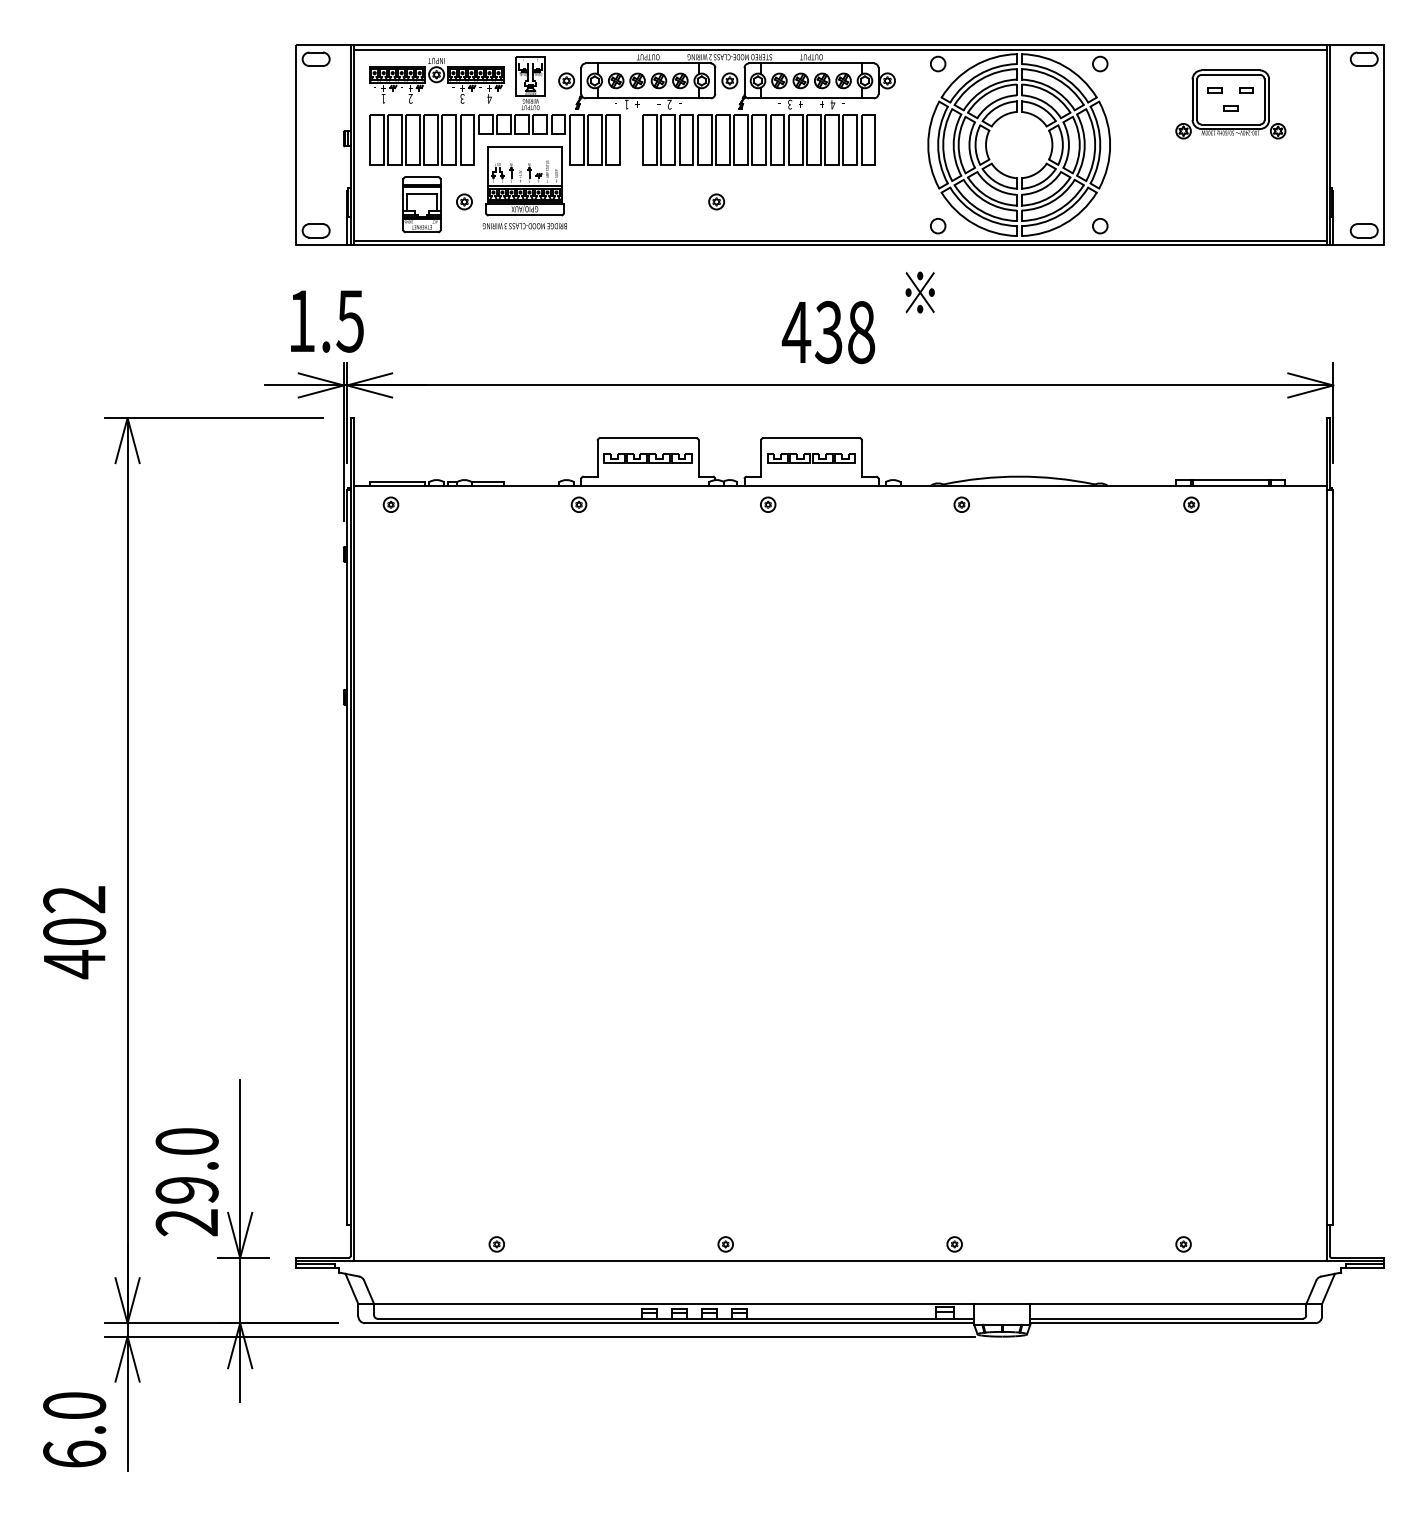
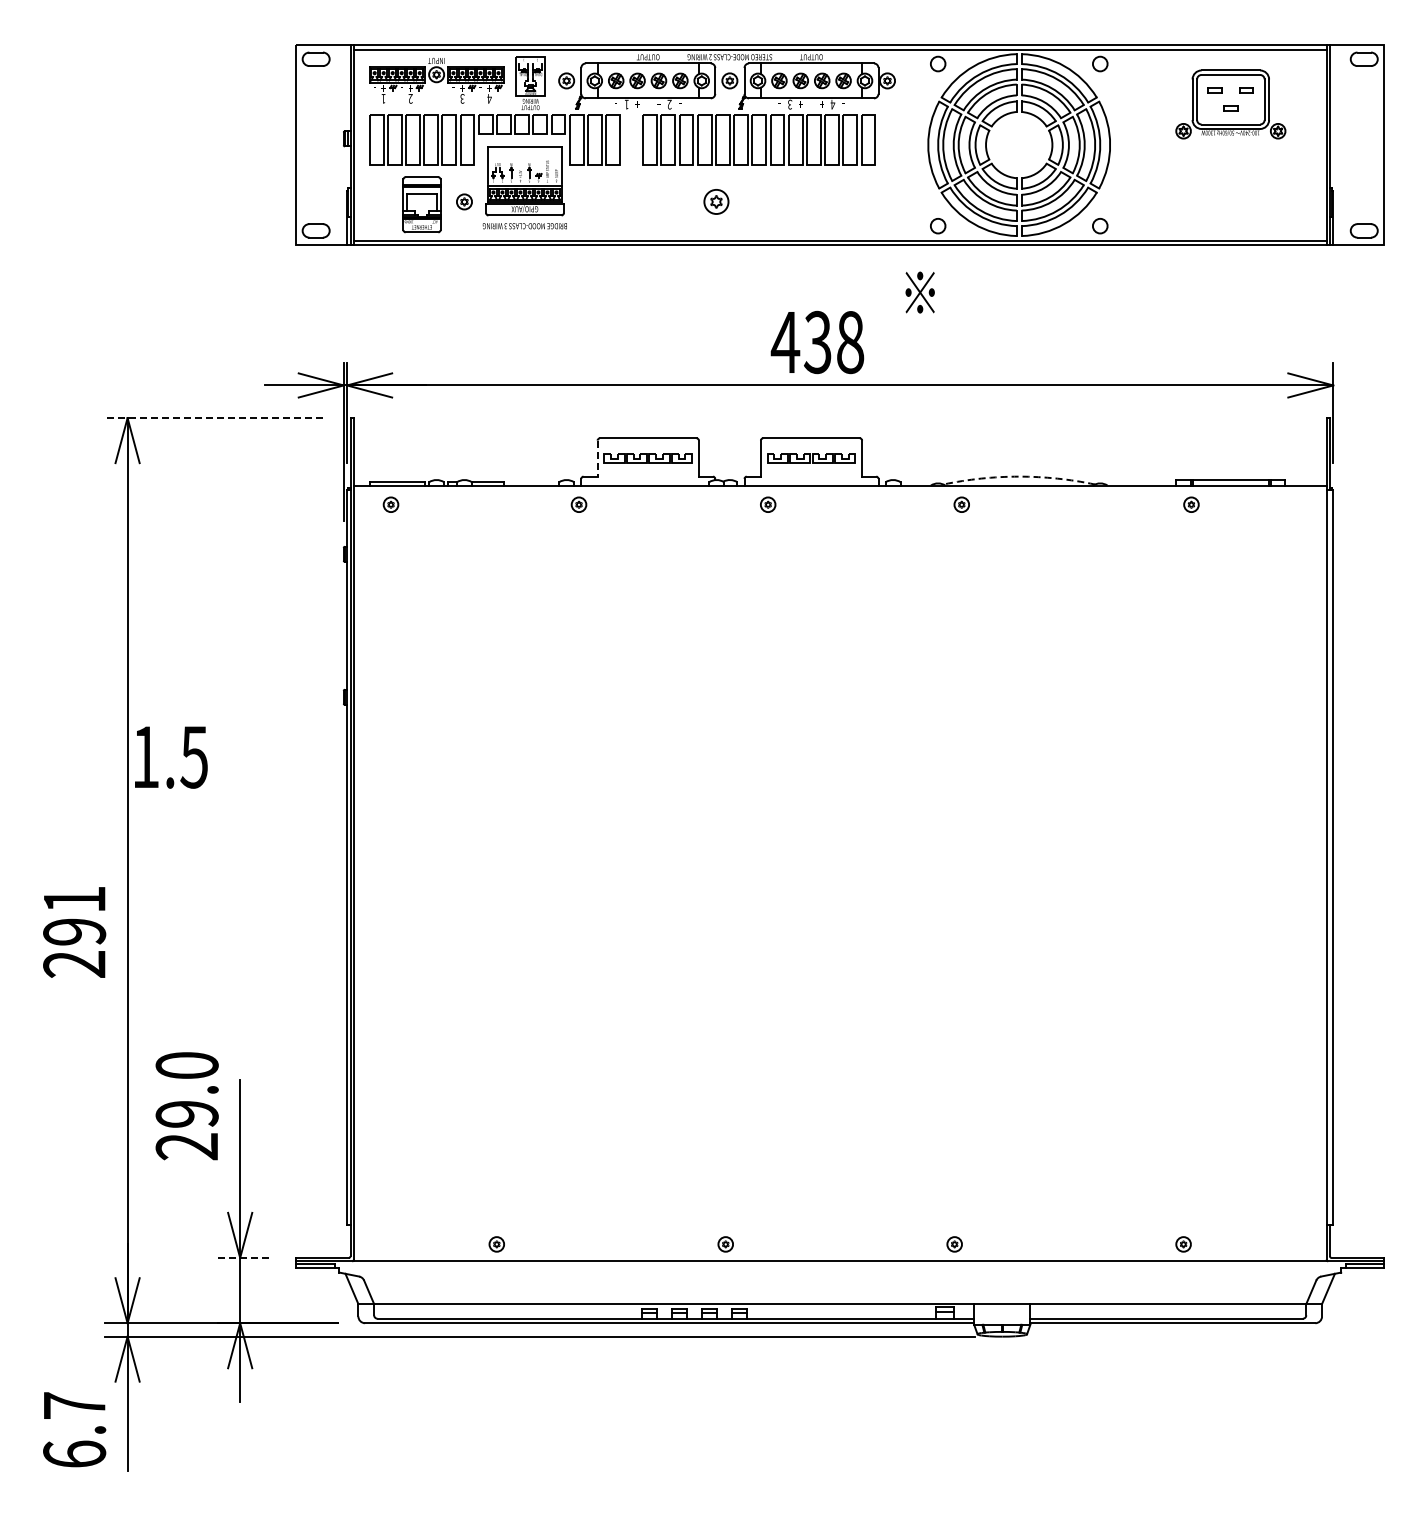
part at (716, 201) size: 18x18 px -> 27x26 px
text at (327, 321) position: (327, 321) -> (171, 757)
text at (828, 332) position: (828, 332) -> (817, 342)
line at (213, 418): solid -> dashed
line at (597, 459): solid -> dashed
arc at (1019, 476): solid -> dashed
text at (74, 932): 402 -> 291
text at (186, 1182) position: (186, 1182) -> (186, 1106)
line at (243, 1257): solid -> dashed
text at (74, 1405): 6.0 -> 6.7
